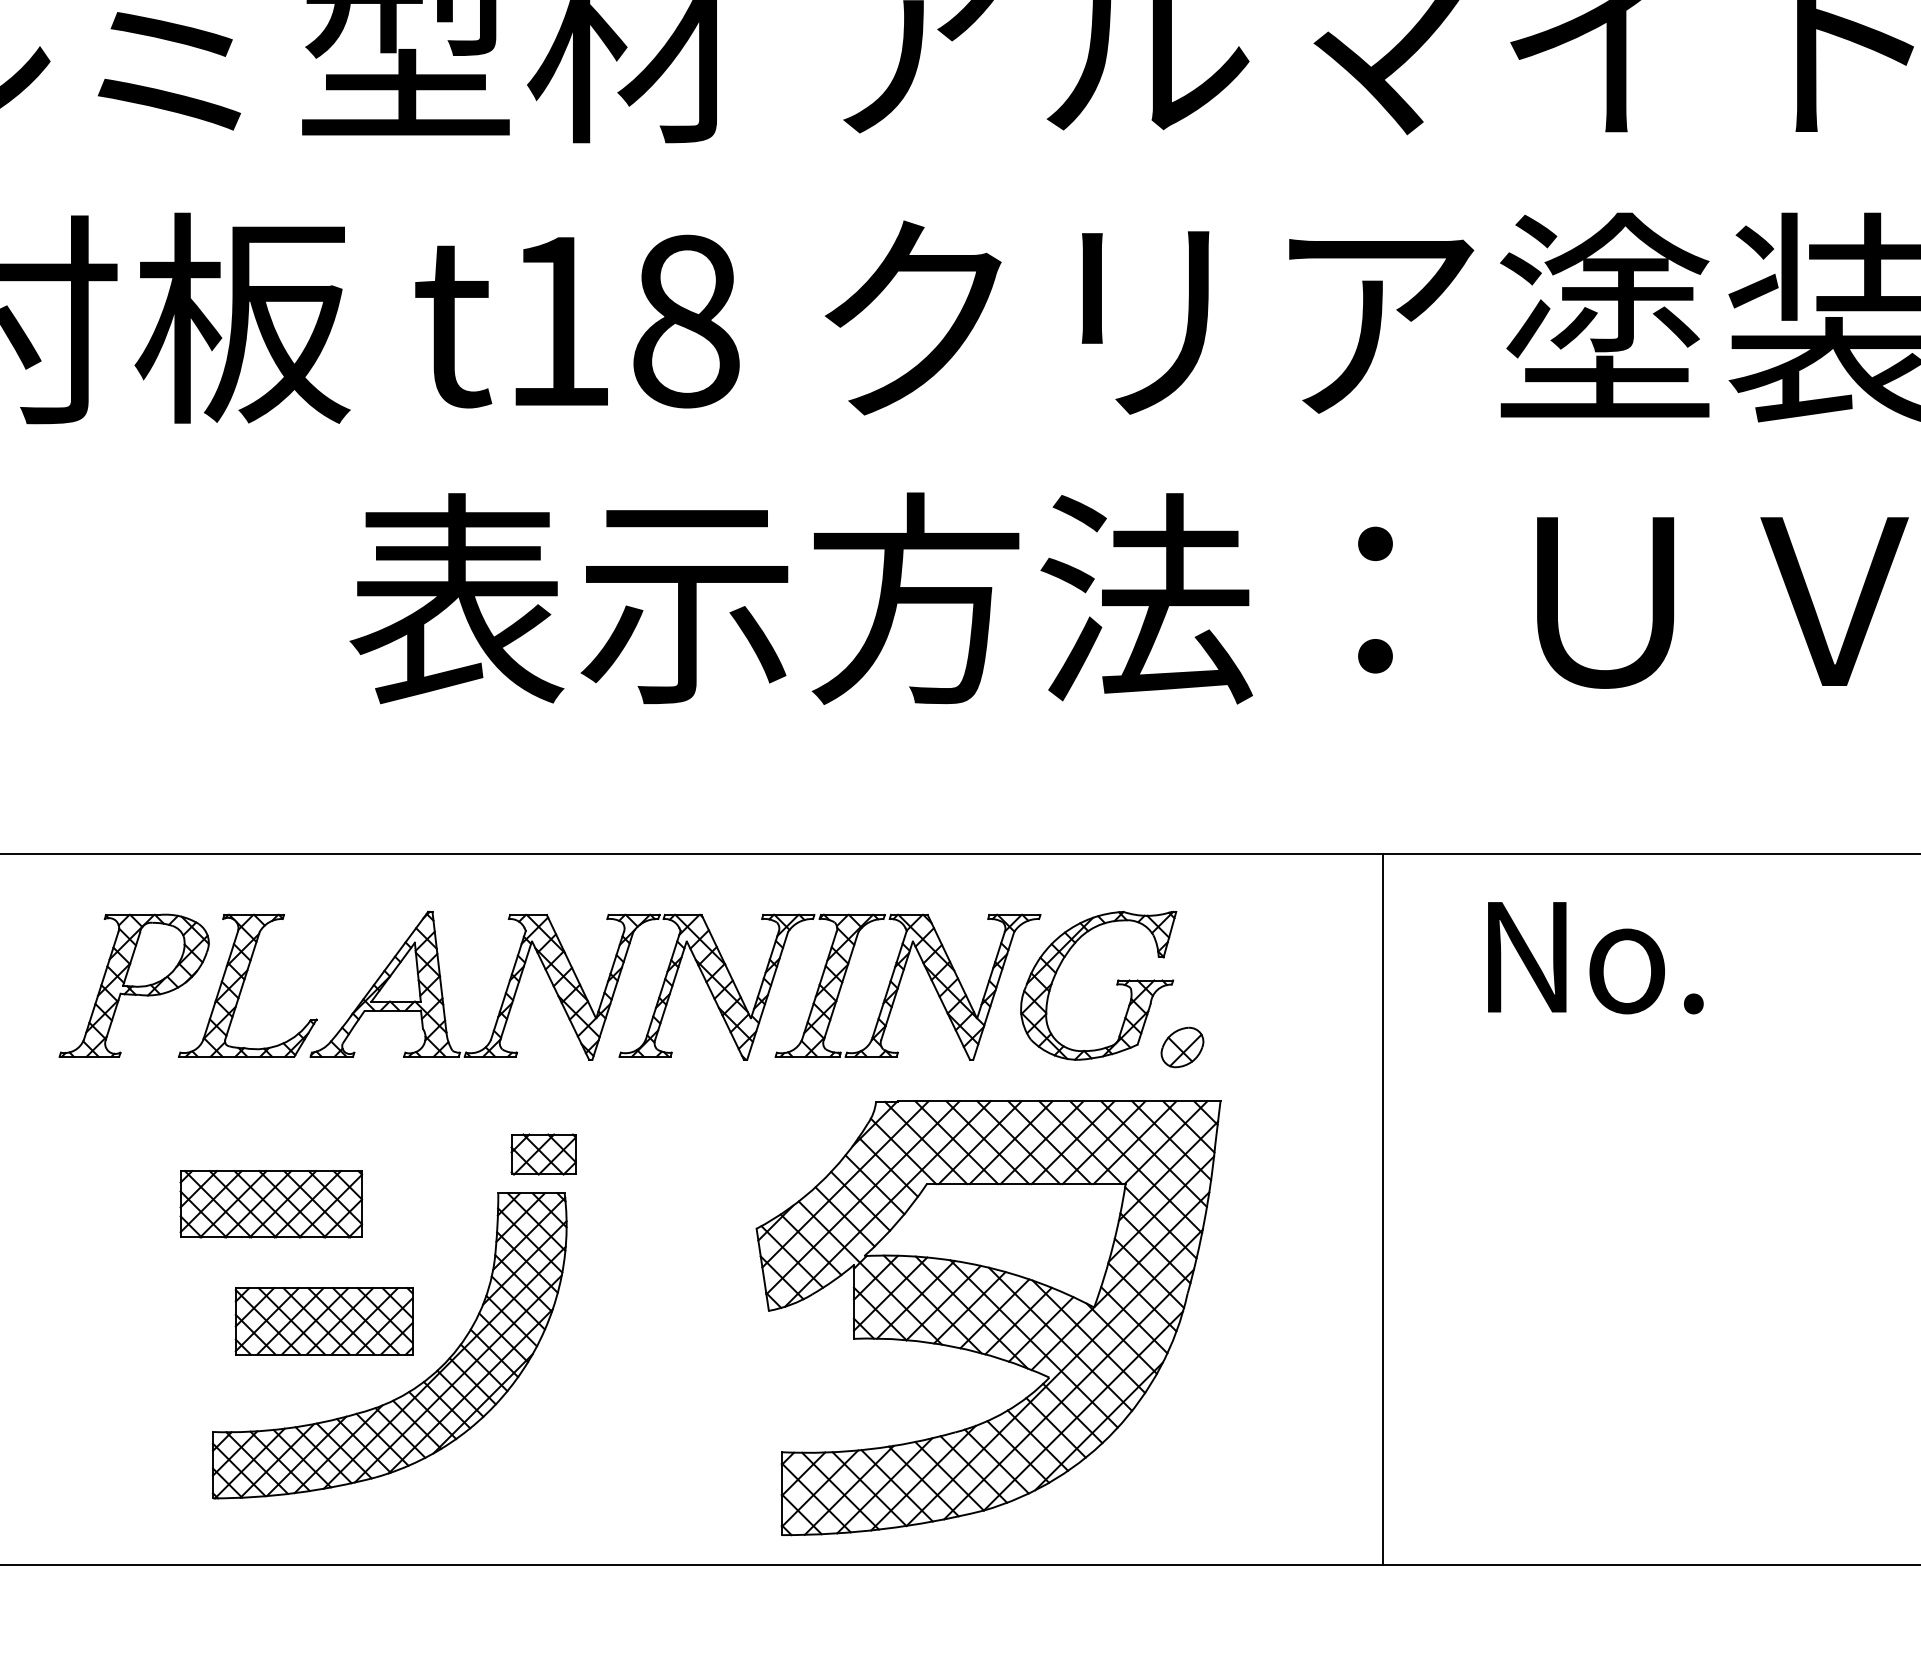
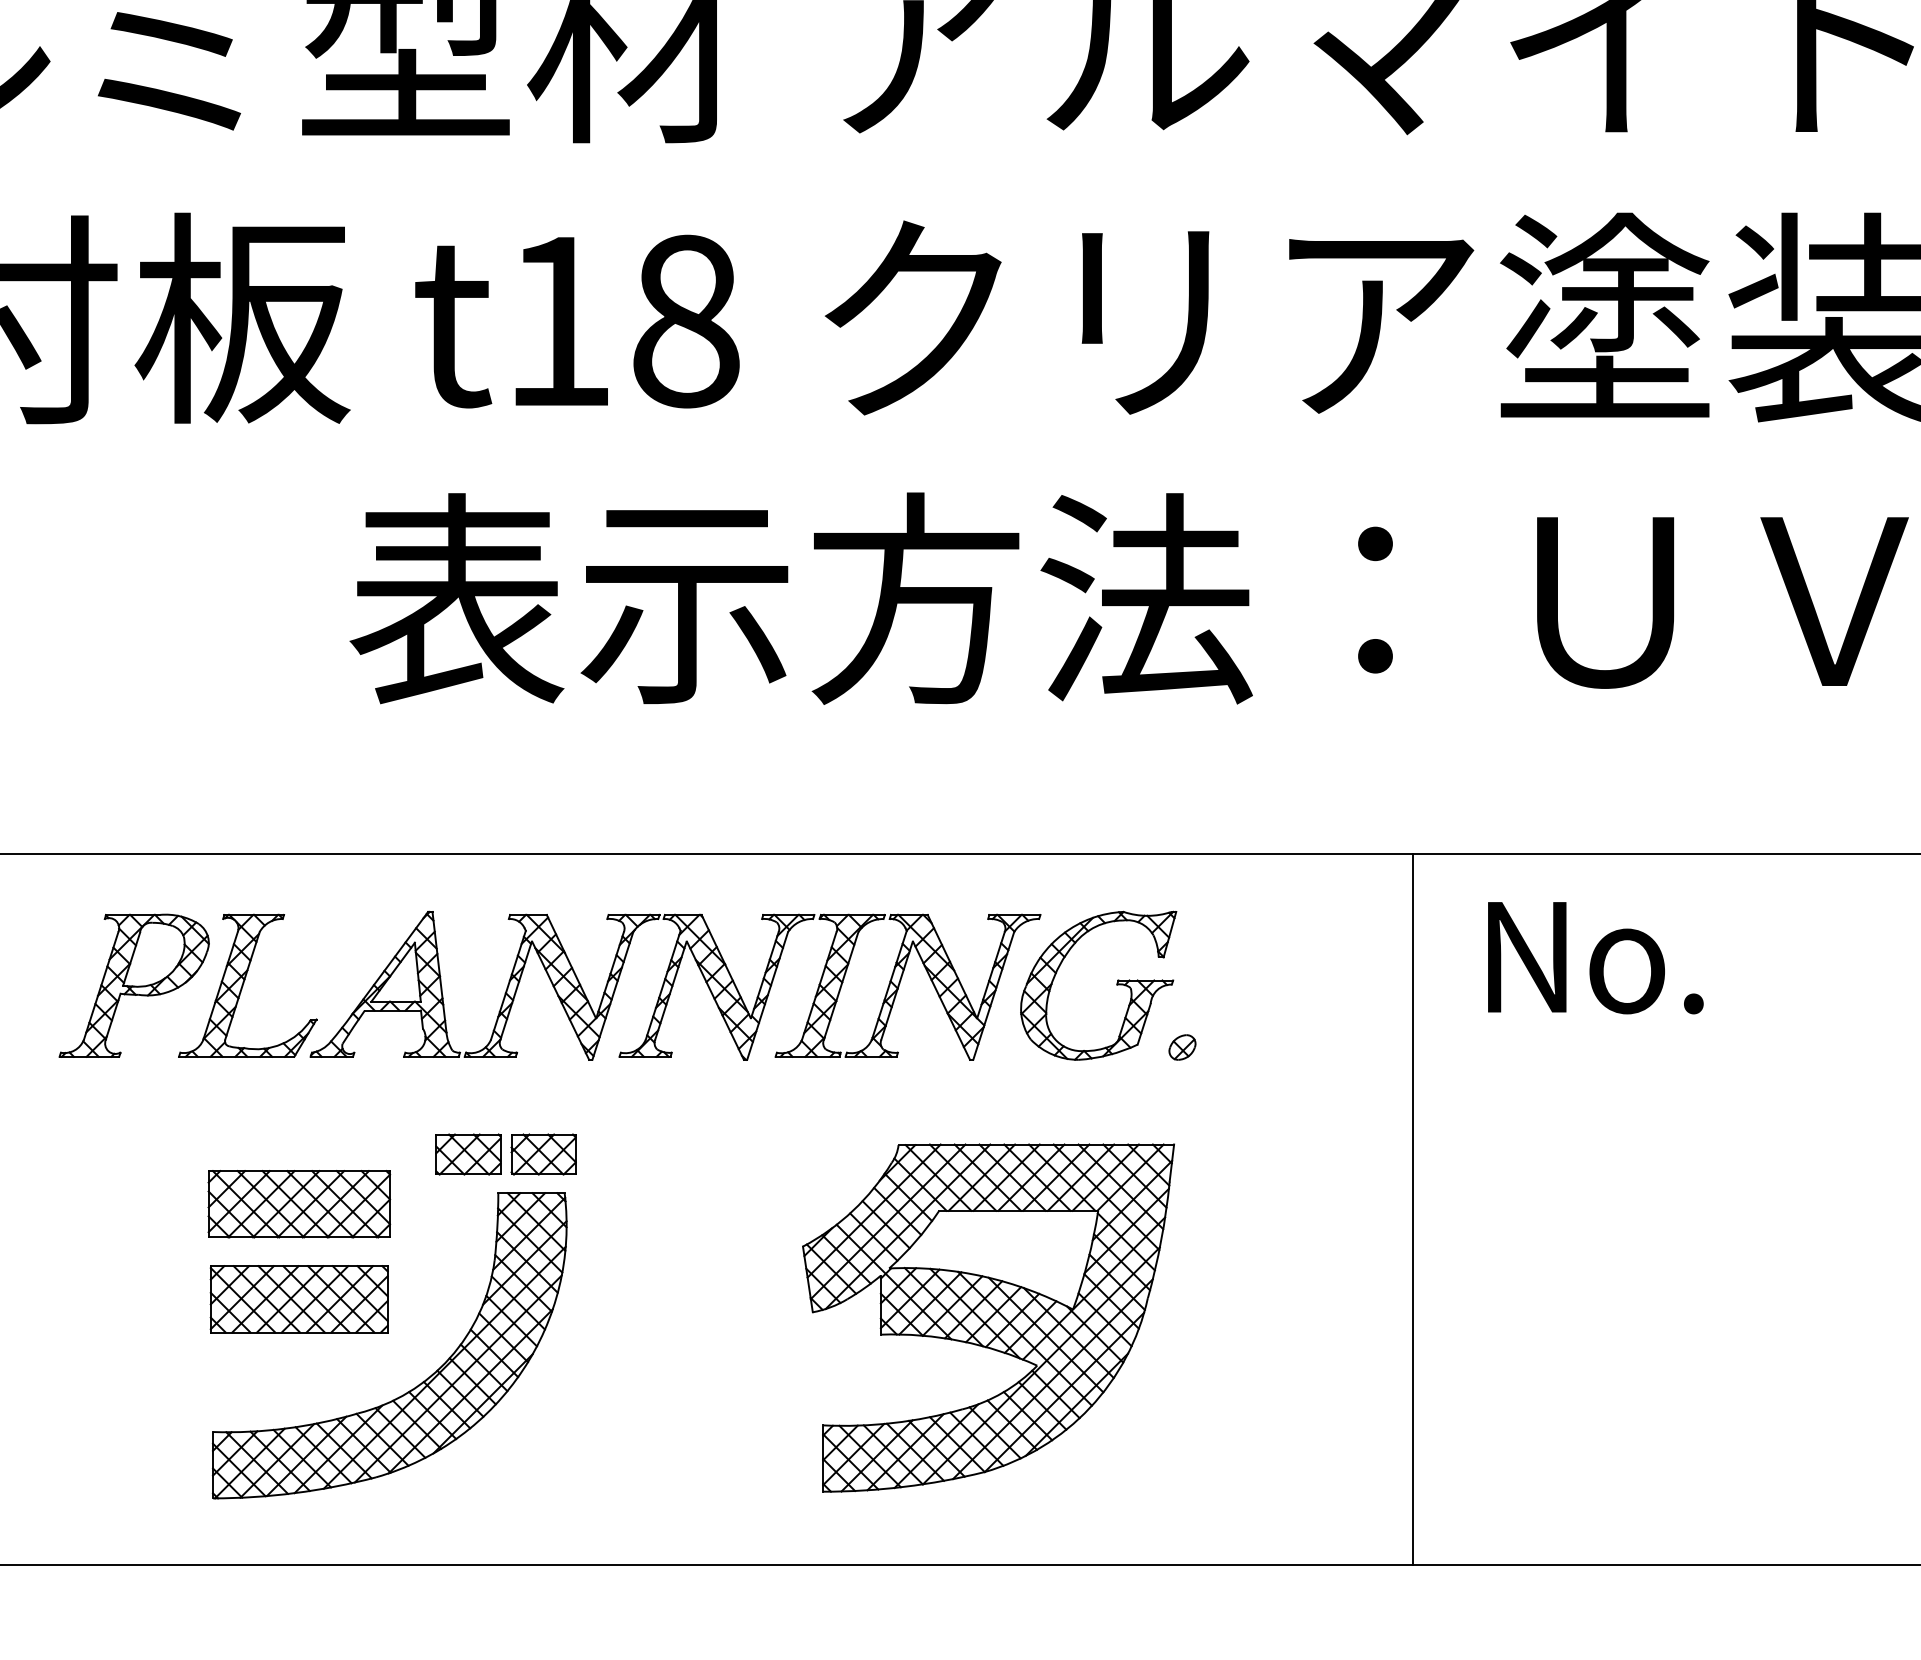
part at (1182, 1047) size: 45x43 px -> 29x27 px
part at (468, 1154): none -> present
part at (271, 1204) position: (271, 1204) -> (299, 1204)
line at (1383, 1209) position: (1383, 1209) -> (1413, 1209)
part at (988, 1318) size: 467x437 px -> 373x350 px
part at (323, 1321) position: (323, 1321) -> (298, 1299)
